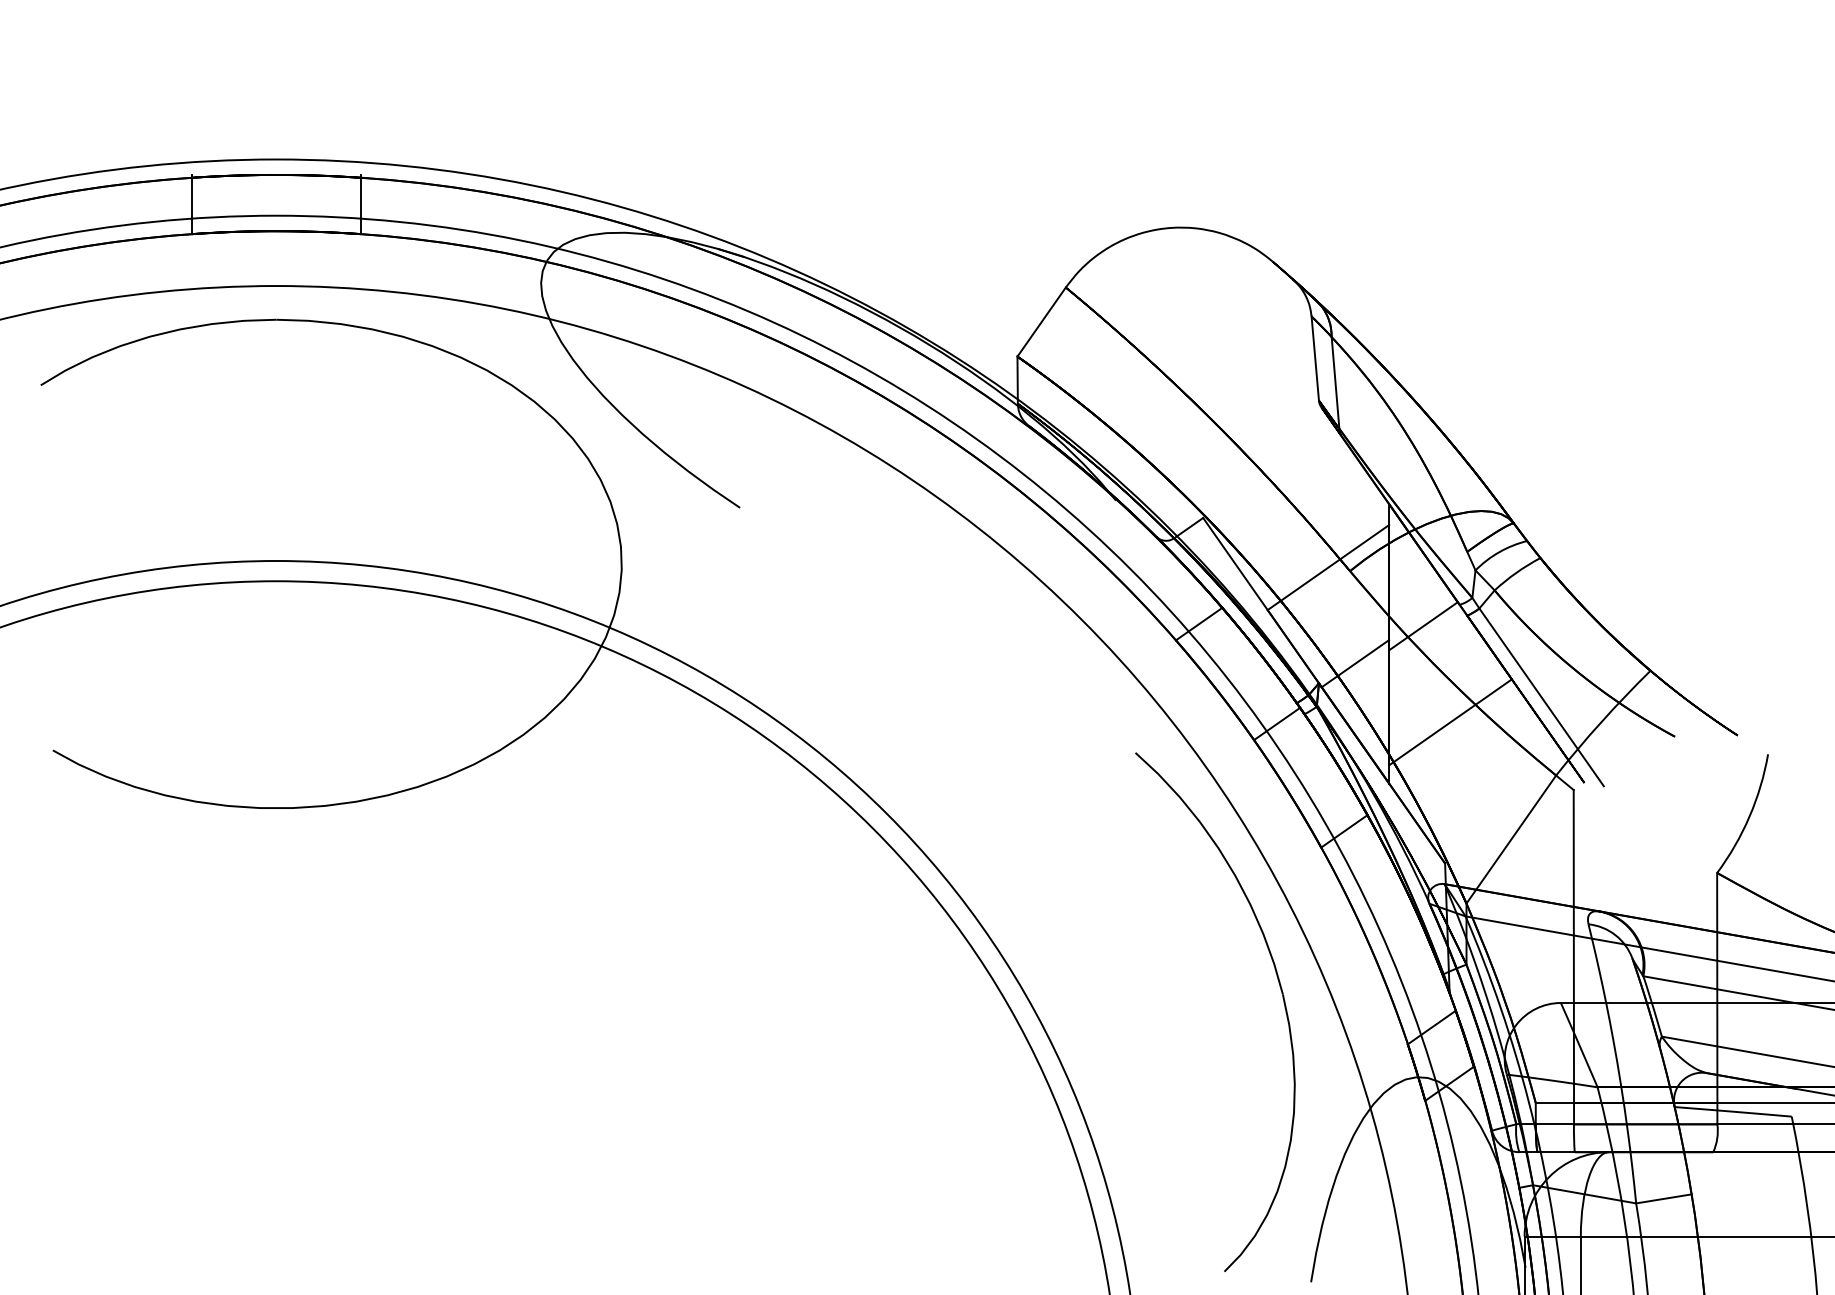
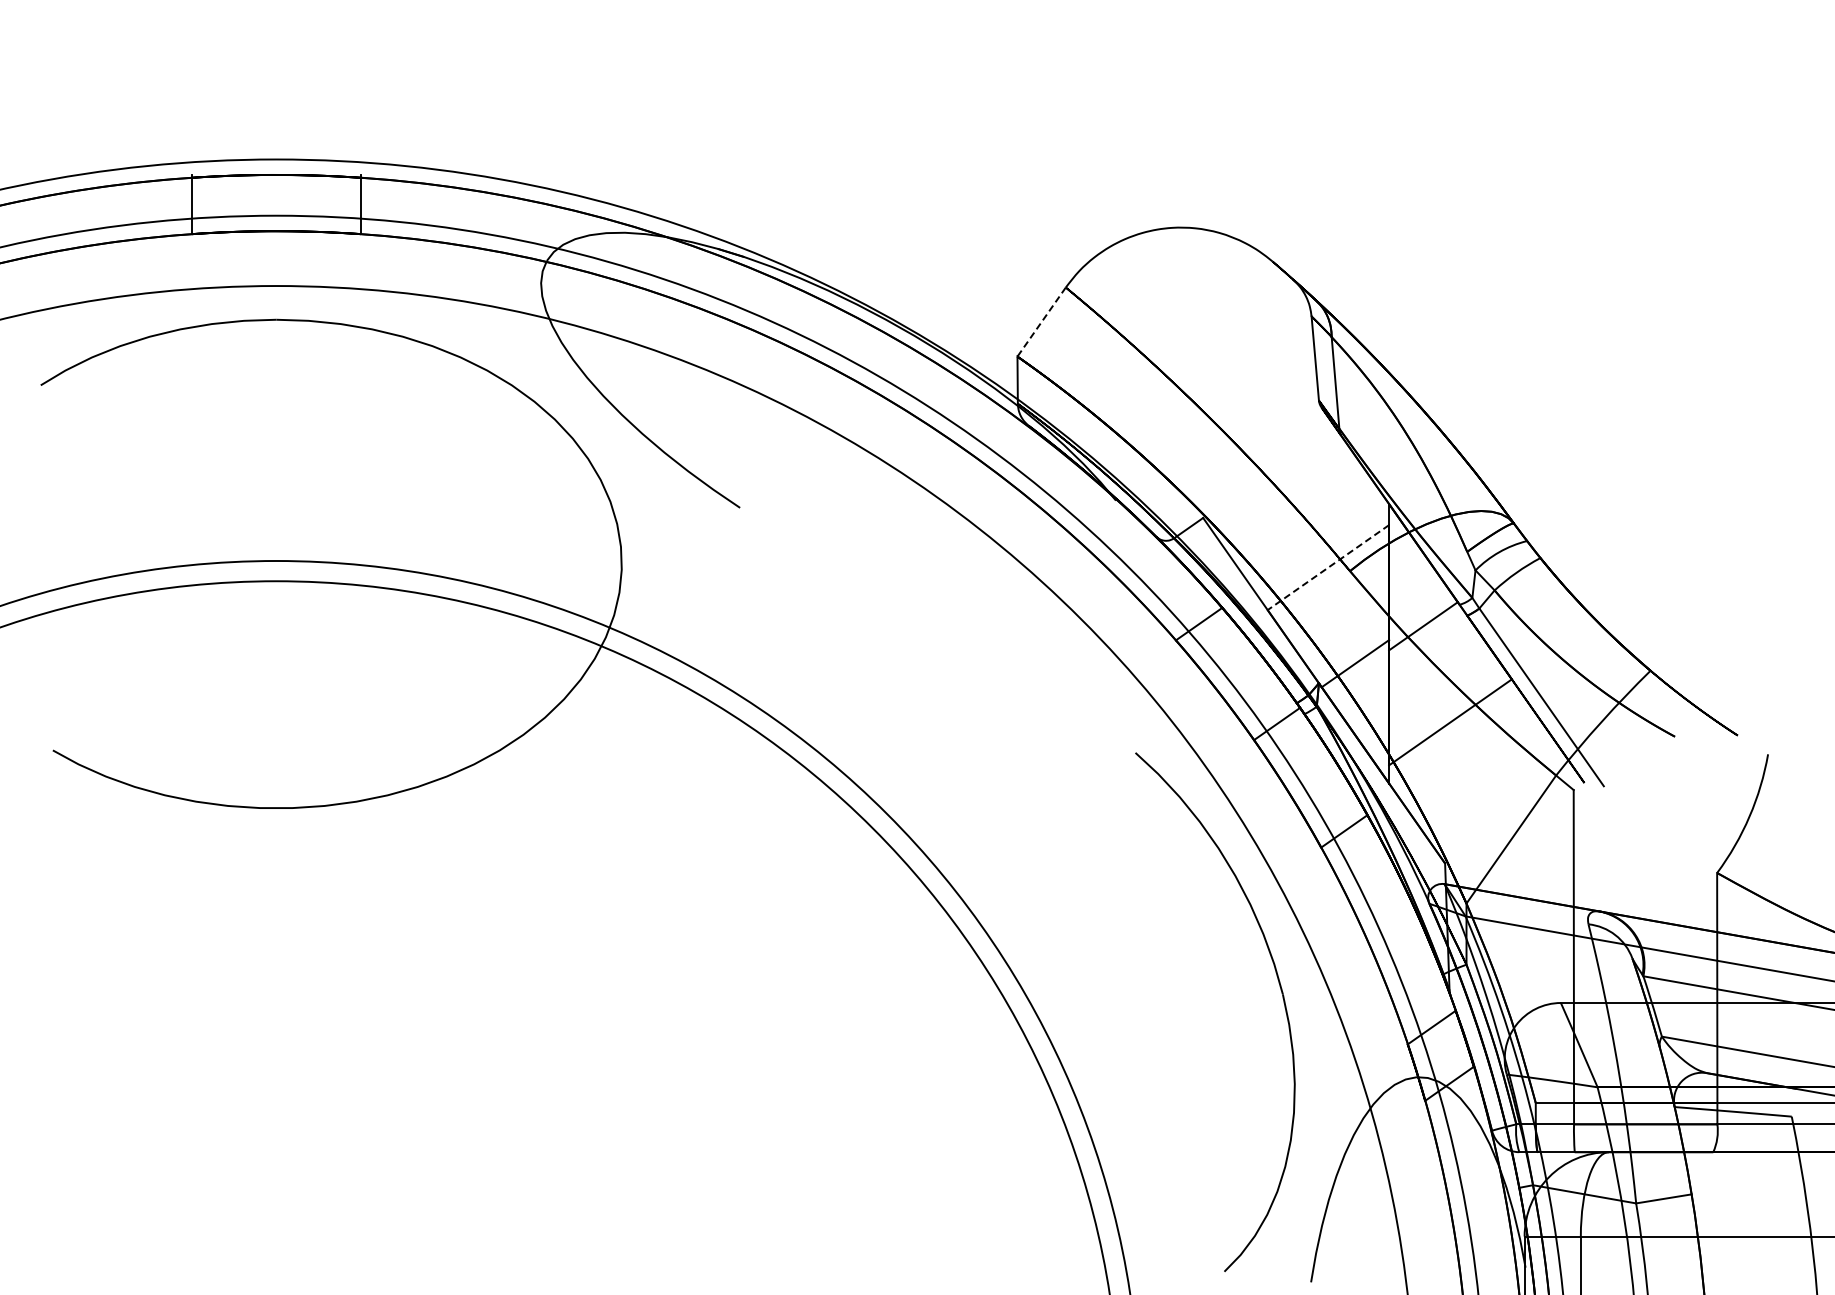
line at (1041, 322): solid -> dashed
line at (1328, 567): solid -> dashed
